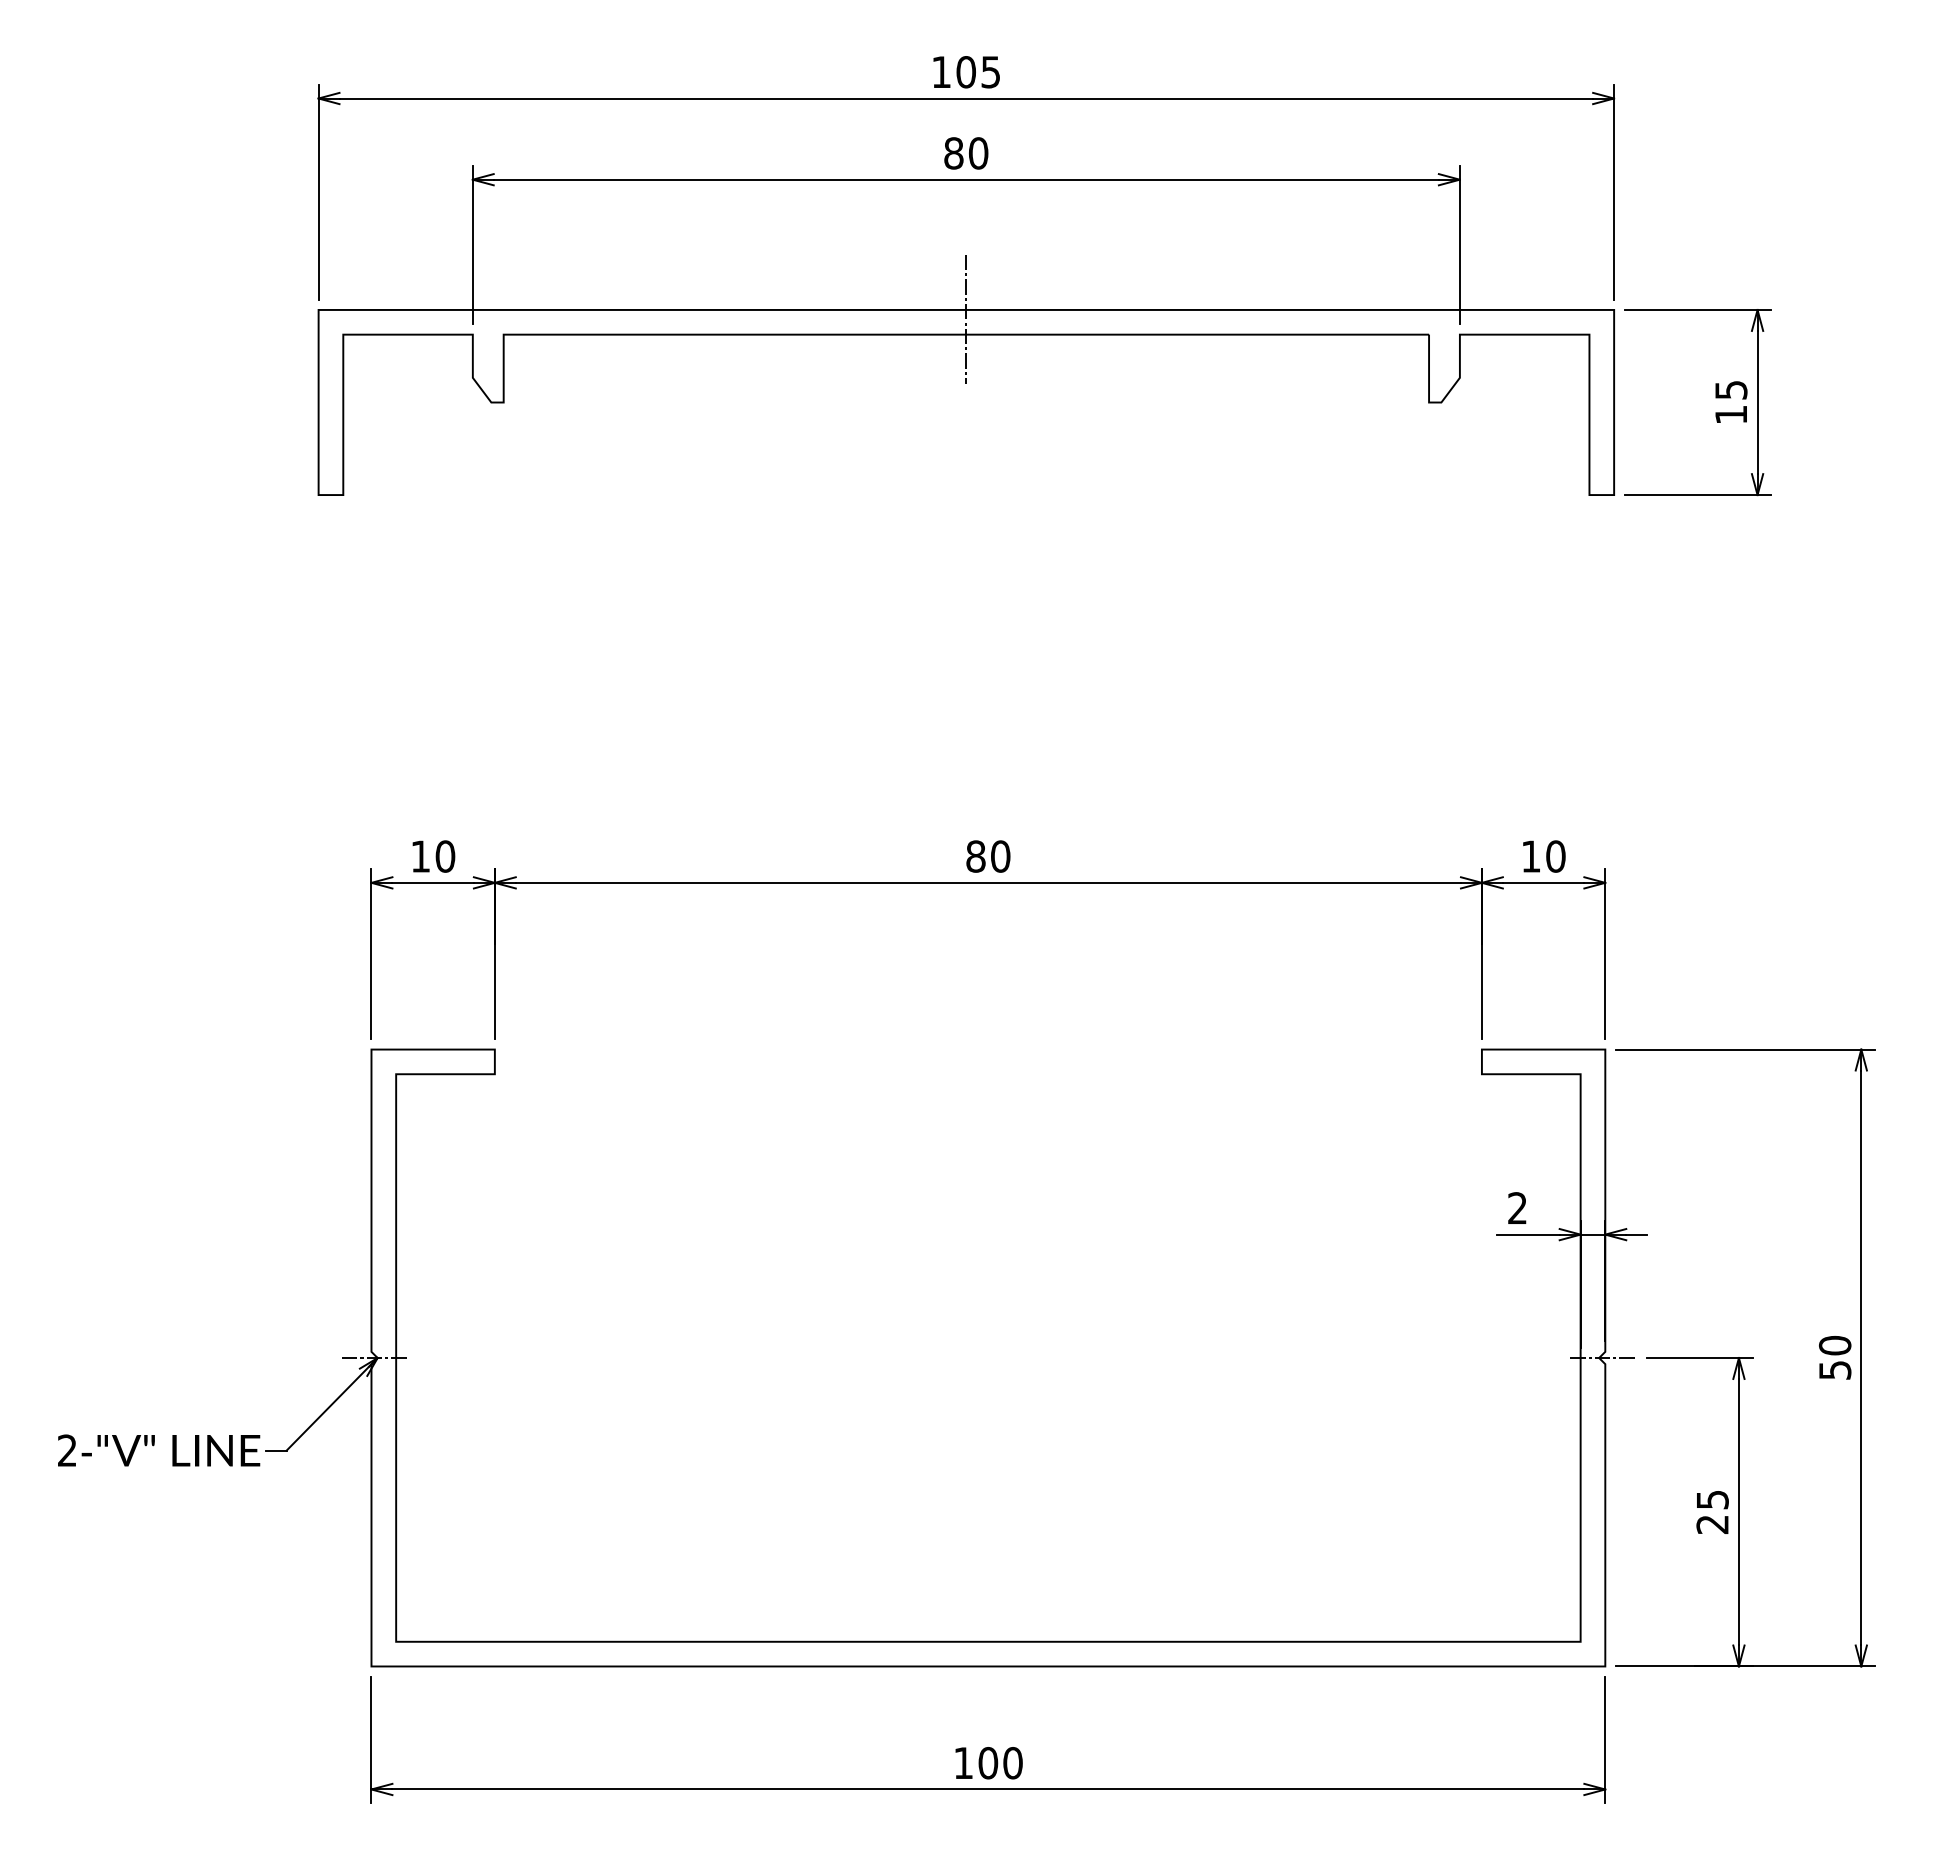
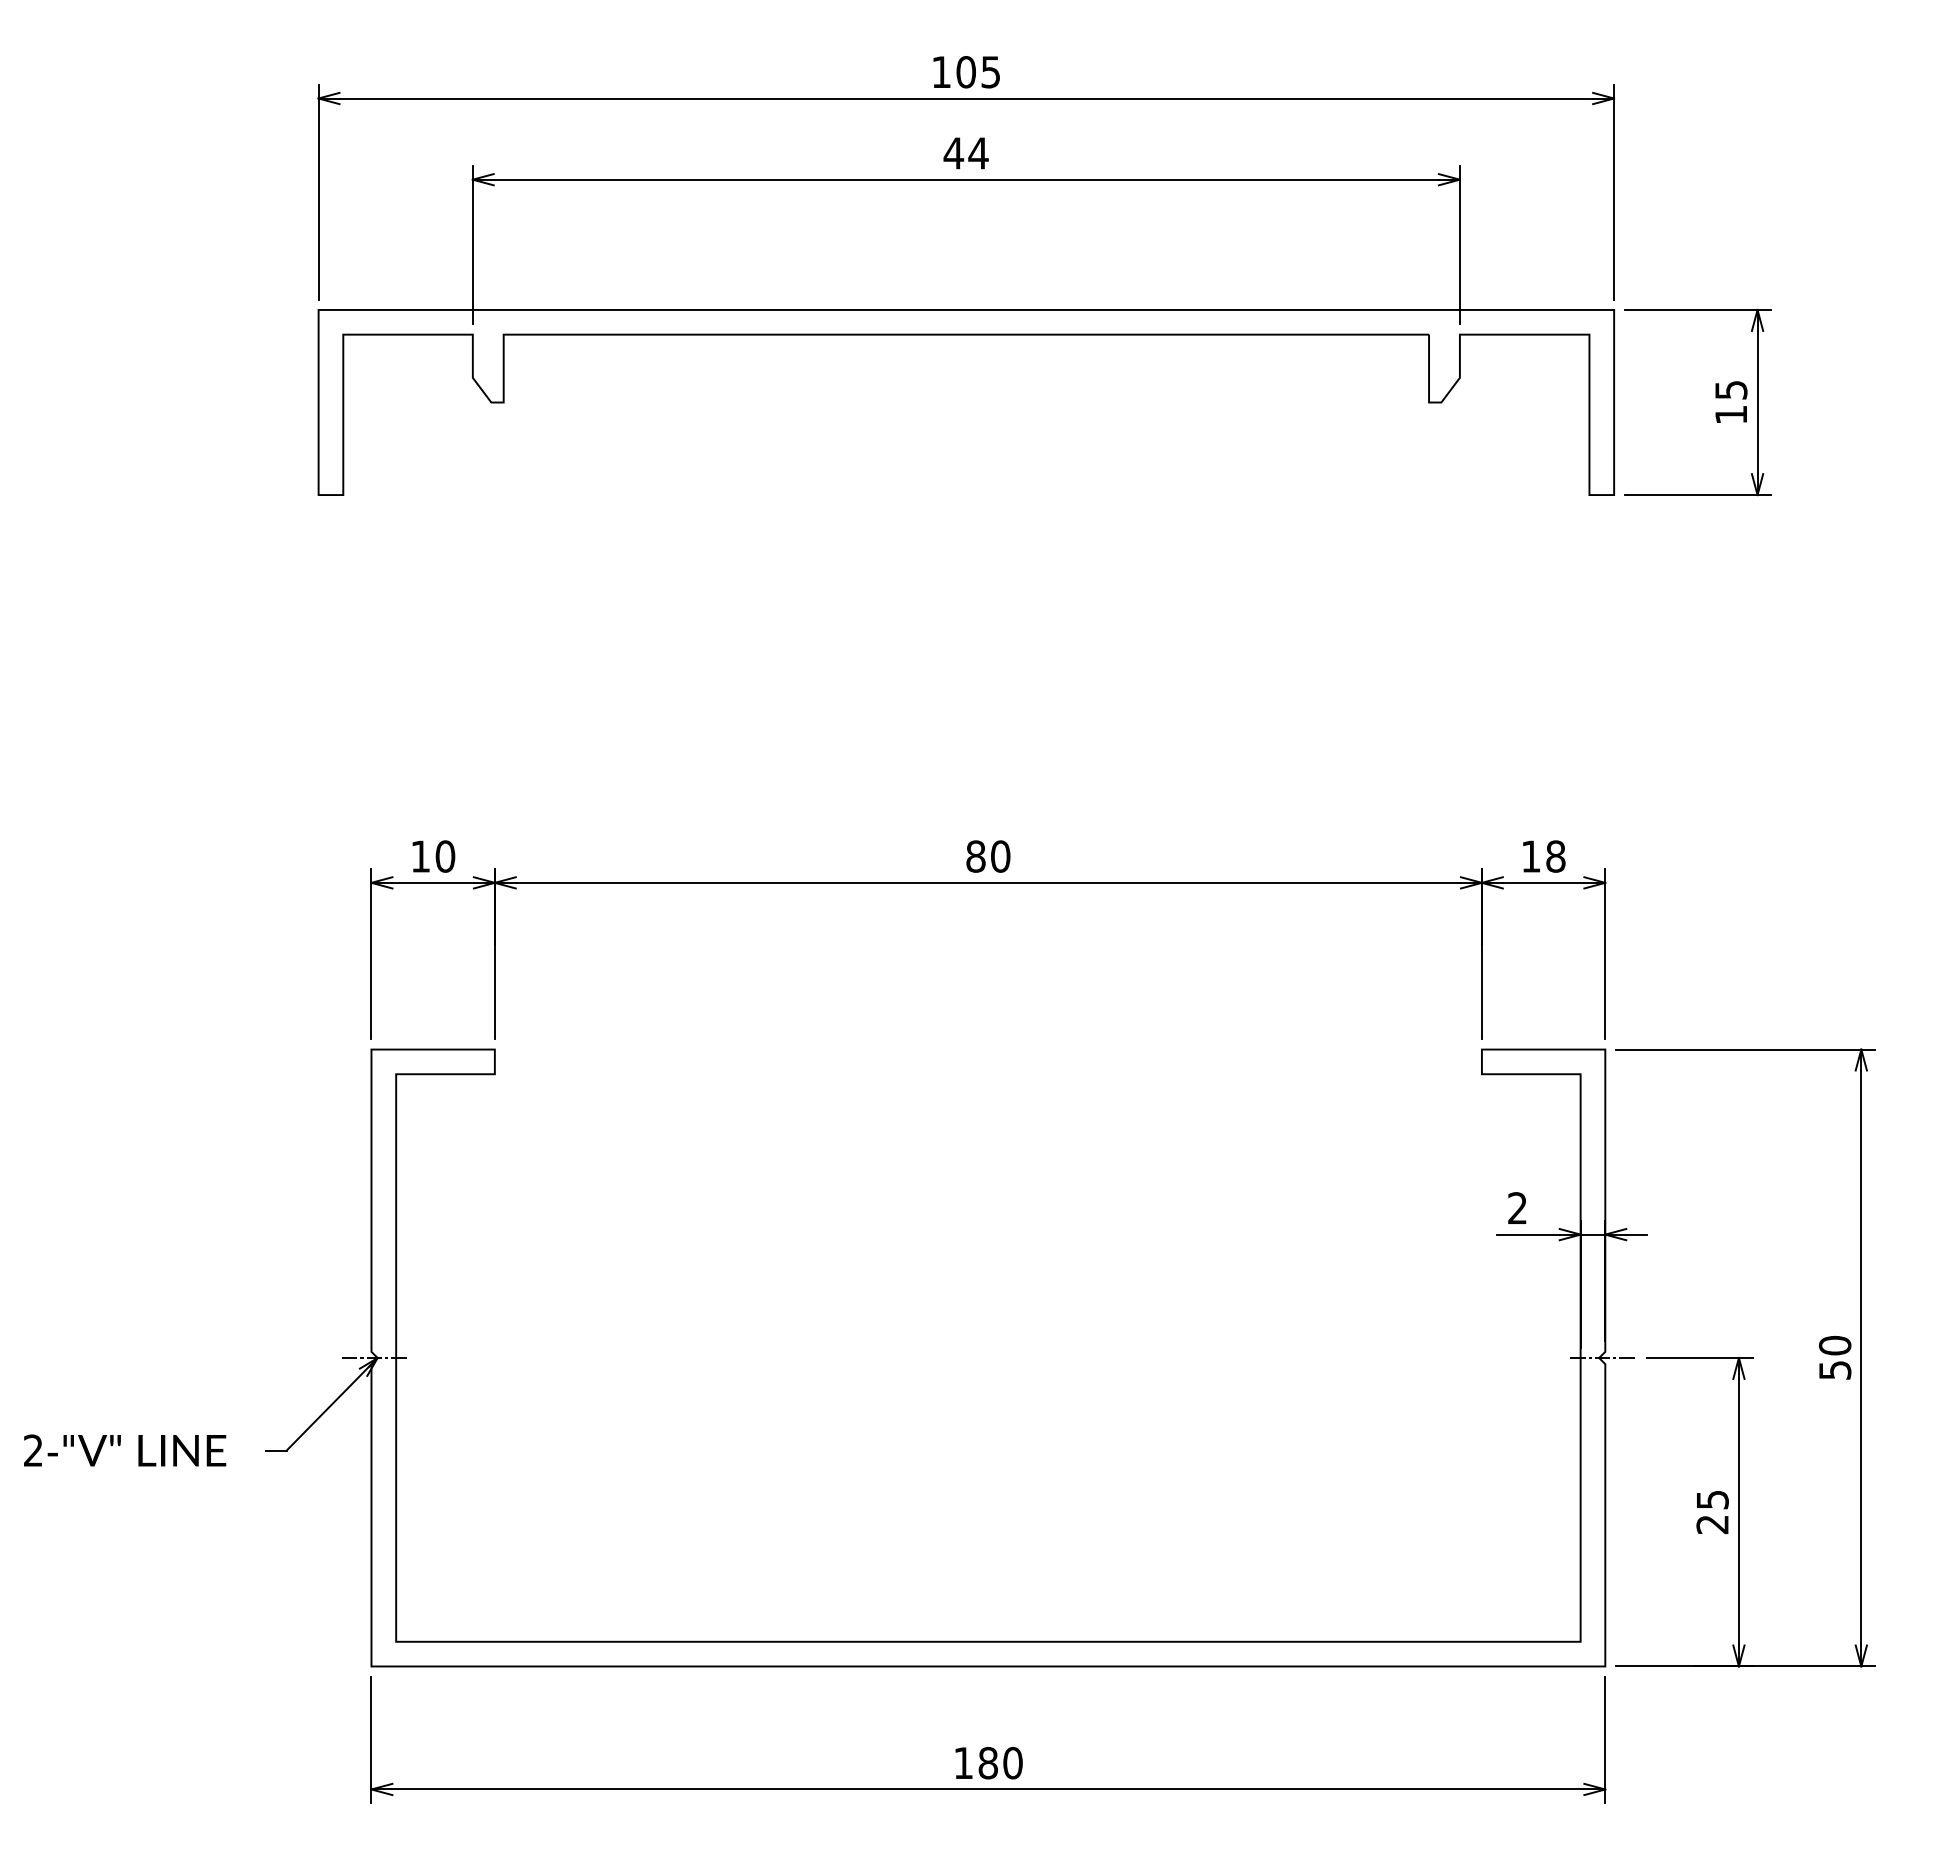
text at (965, 153): 80 -> 44
line at (966, 318): present -> none
text at (1555, 856): 10 -> 18
text at (159, 1450) position: (159, 1450) -> (125, 1450)
text at (988, 1763): 100 -> 180
